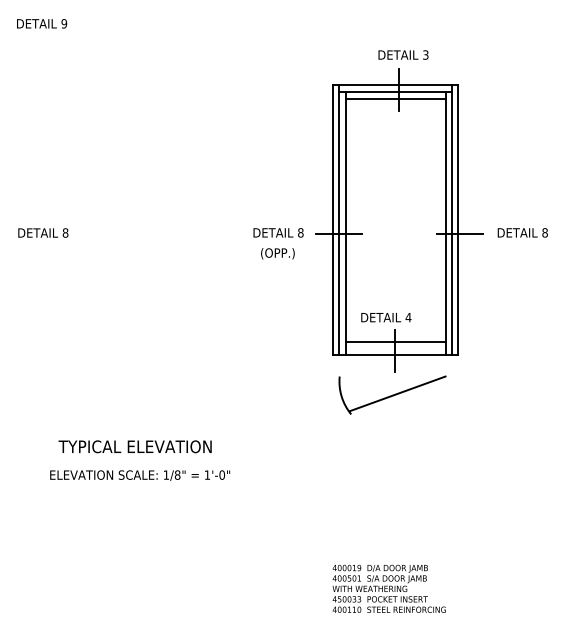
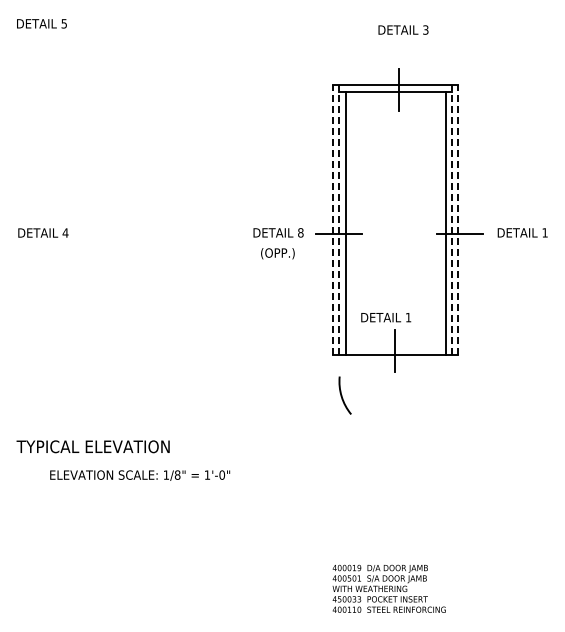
text at (64, 23): 9 -> 5
text at (403, 54) position: (403, 54) -> (403, 29)
line at (395, 98): present -> none
line at (333, 219): solid -> dashed
line at (339, 219): solid -> dashed
line at (452, 219): solid -> dashed
line at (458, 219): solid -> dashed
text at (65, 232): 8 -> 4
text at (544, 232): 8 -> 1
text at (408, 317): 4 -> 1
line at (395, 342): present -> none
line at (397, 393): present -> none
text at (134, 446) position: (134, 446) -> (92, 446)
